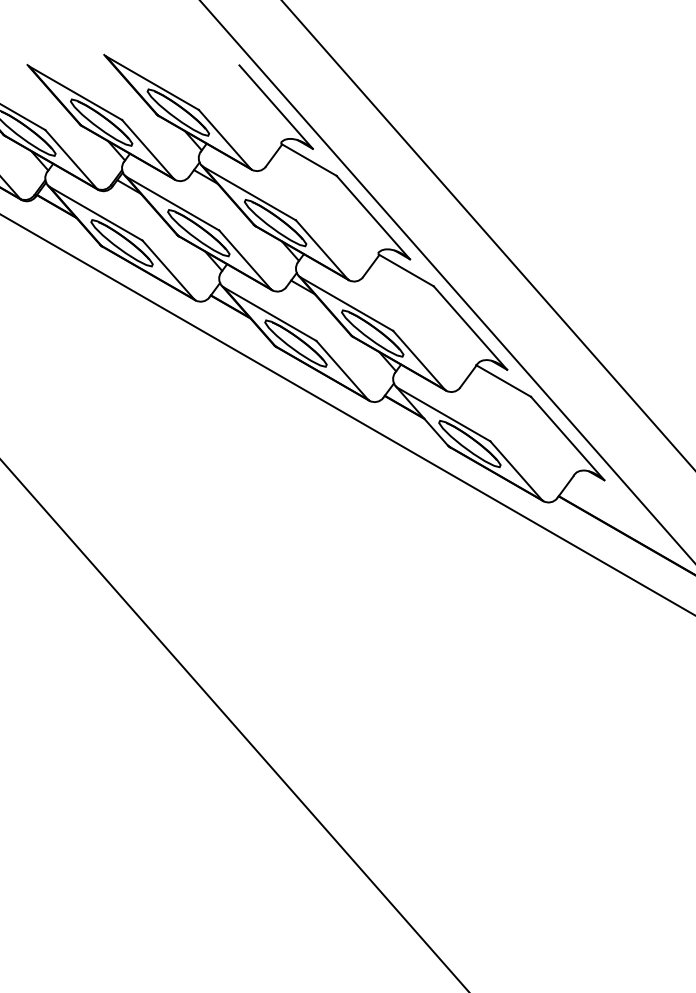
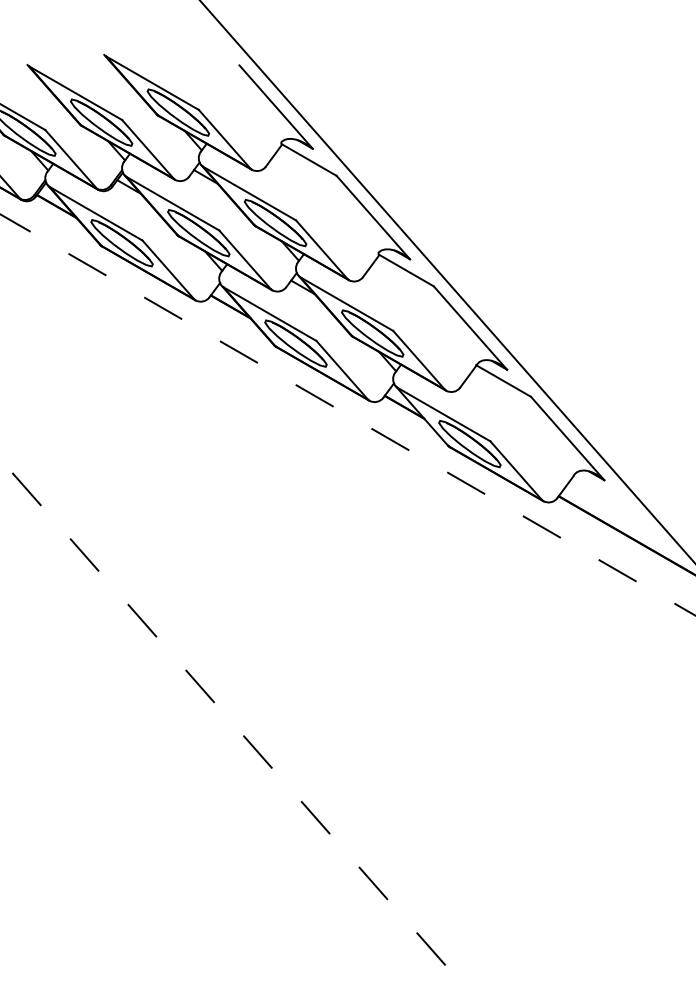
line at (487, 234): present -> none
line at (347, 414): solid -> dashed
line at (235, 726): solid -> dashed
